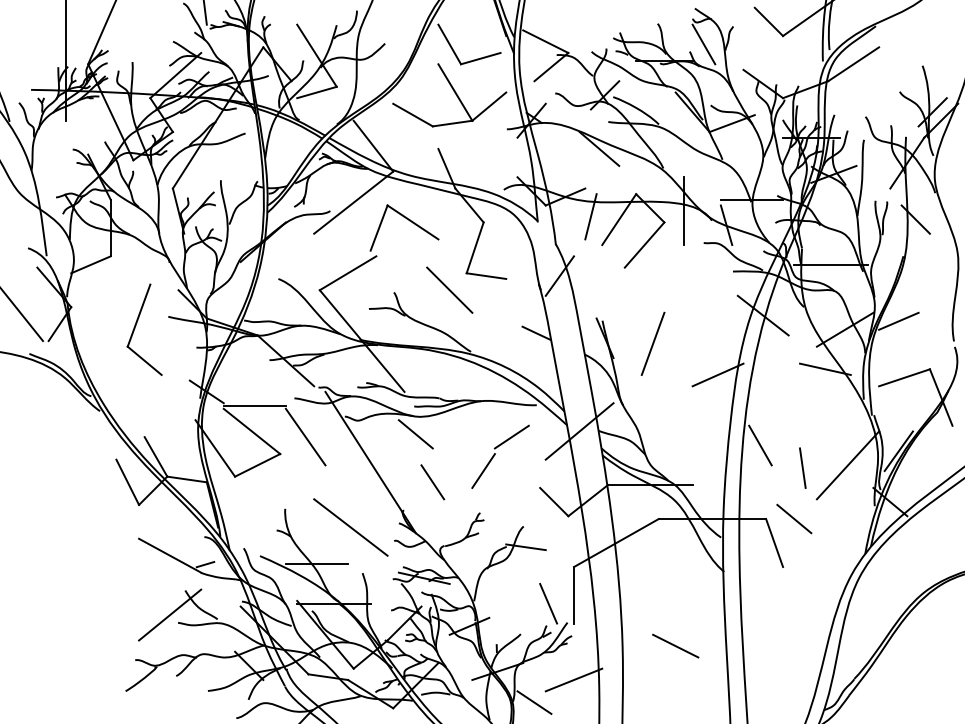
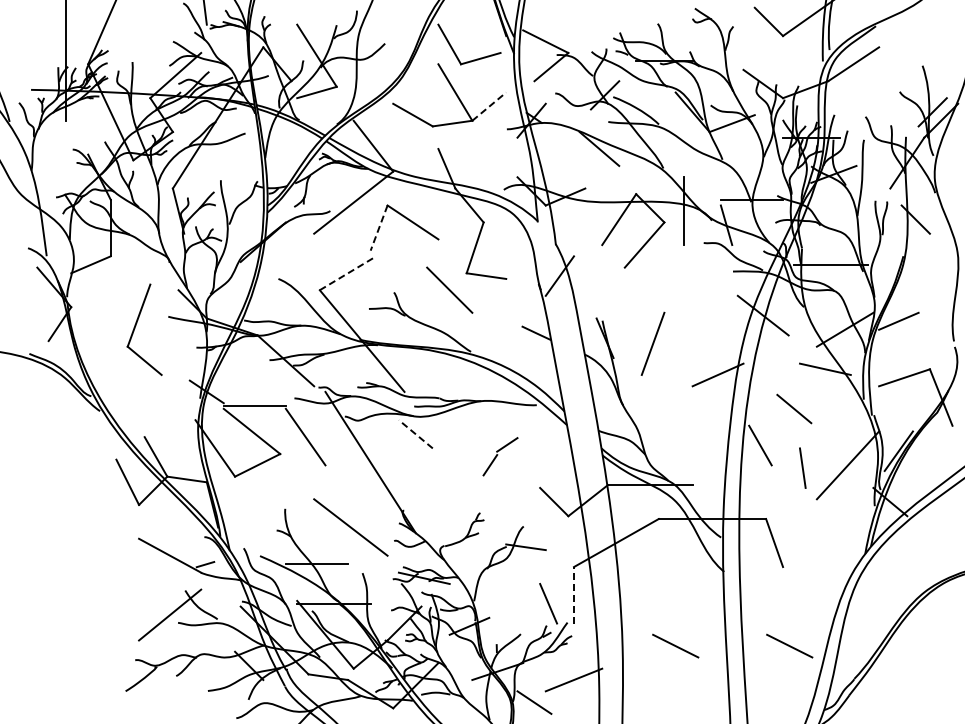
line at (703, 44): present -> none
line at (489, 106): solid -> dashed
line at (590, 216): present -> none
line at (378, 228): solid -> dashed
line at (348, 273): solid -> dashed
line at (22, 315): present -> none
line at (579, 431): present -> none
line at (415, 433): solid -> dashed
part at (500, 456) size: 59x65 px -> 37x40 px
line at (432, 482): present -> none
line at (794, 518) position: (794, 518) -> (794, 408)
line at (574, 594): solid -> dashed
line at (789, 645): none -> present
